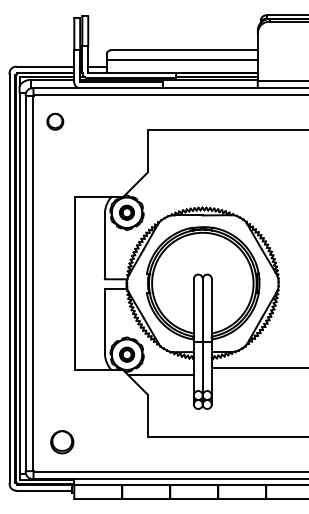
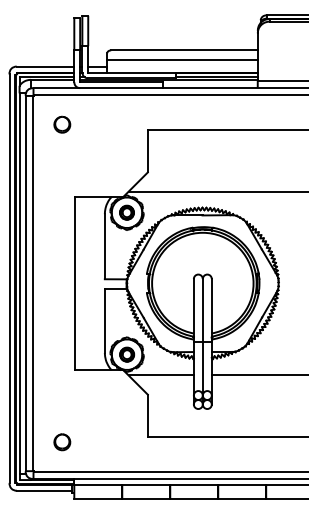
part at (55, 121) position: (55, 121) -> (62, 124)
line at (216, 191): none -> present
line at (258, 368) position: (258, 368) -> (258, 375)
part at (62, 442) size: 25x25 px -> 19x19 px
